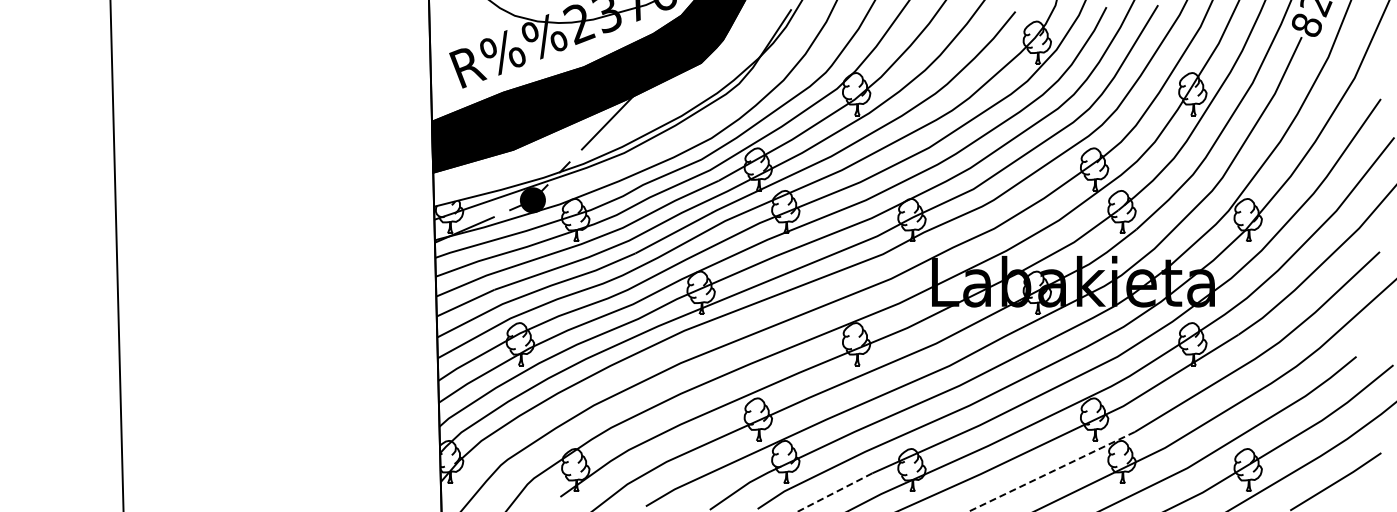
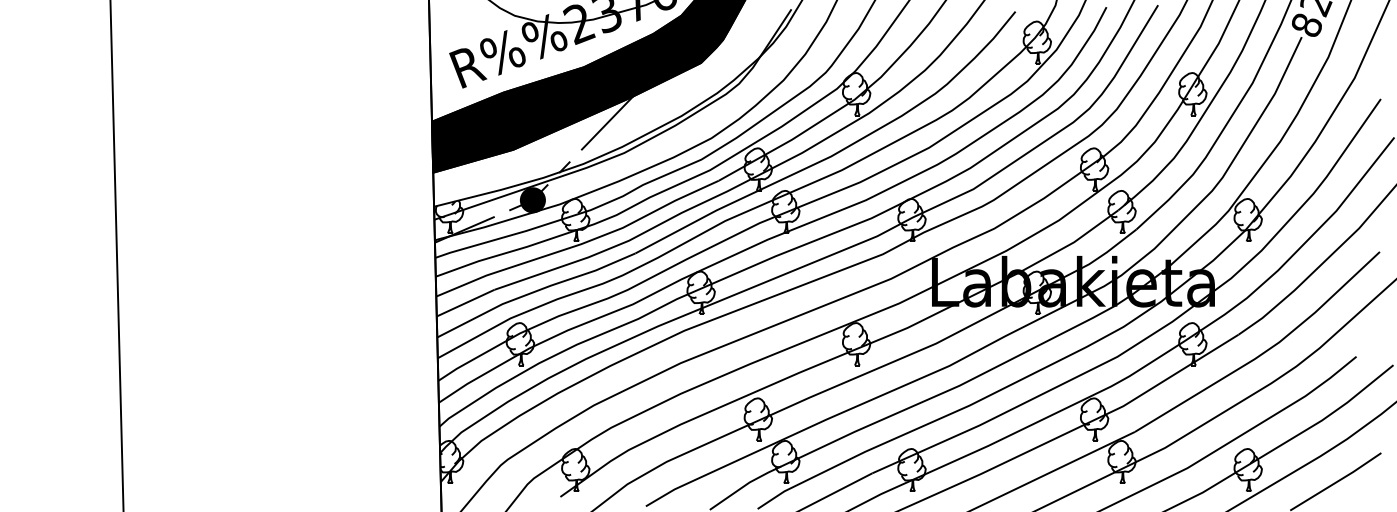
line at (1051, 472): dashed -> solid
line at (834, 492): dashed -> solid
